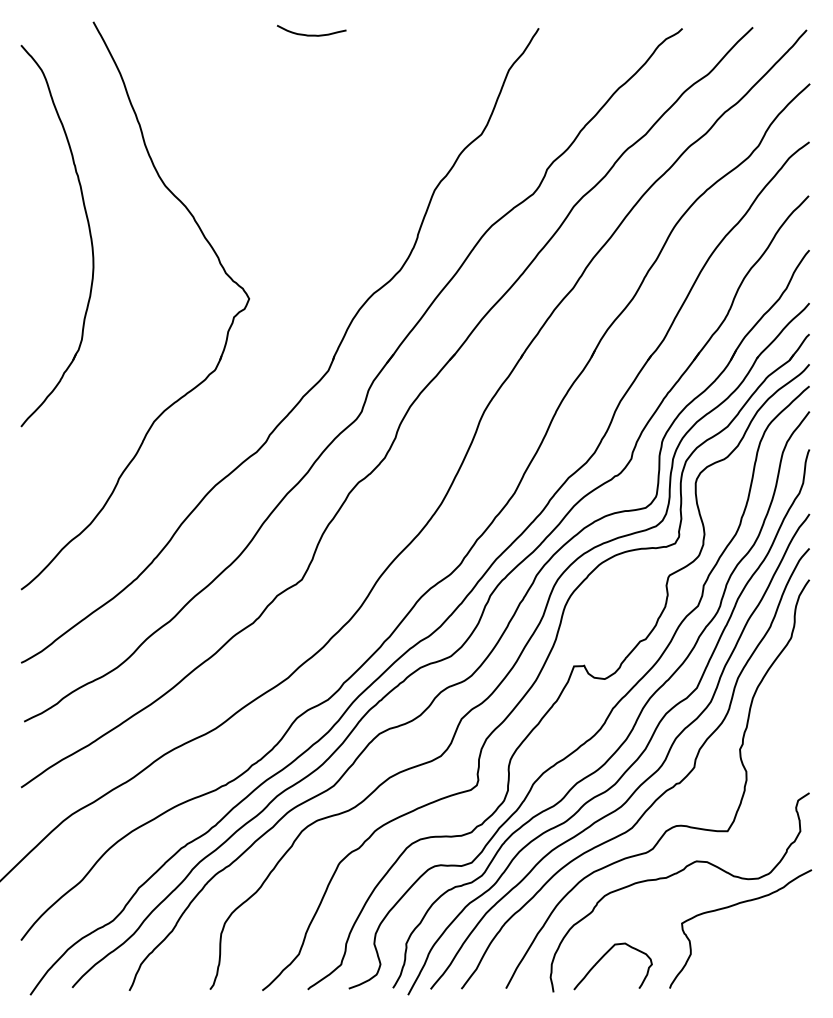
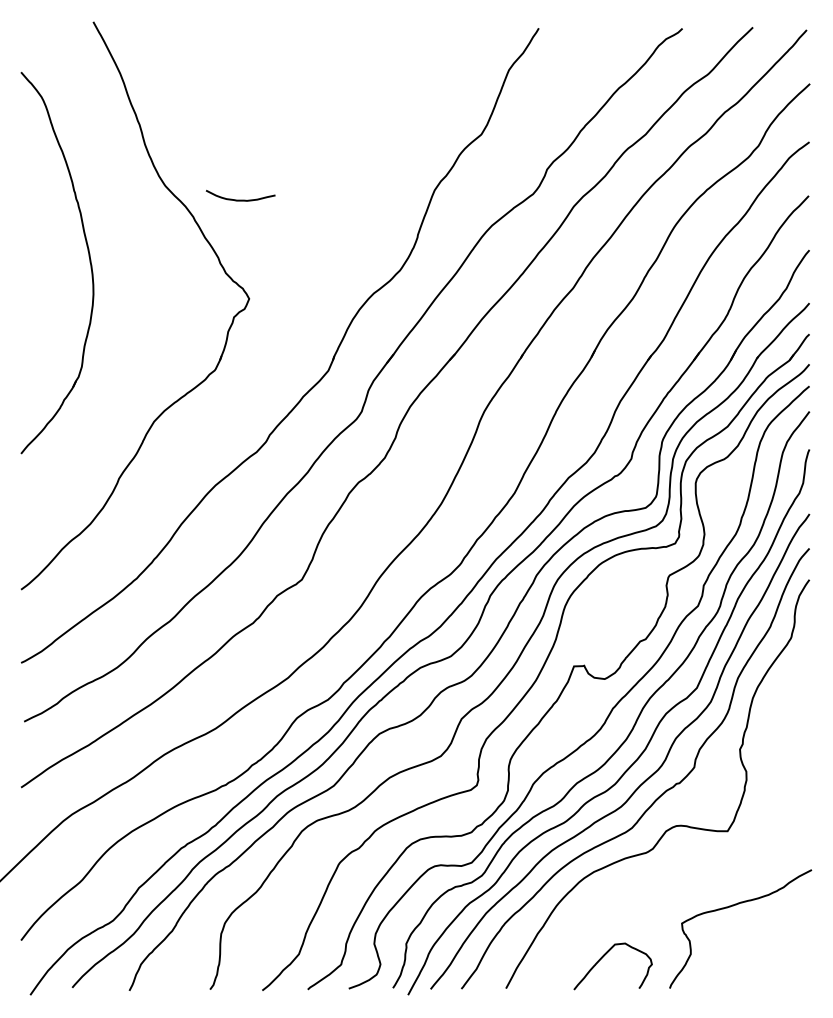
curve at (311, 34) position: (311, 34) -> (240, 199)
part at (88, 229) position: (88, 229) -> (88, 256)
curve at (671, 876): present -> none
